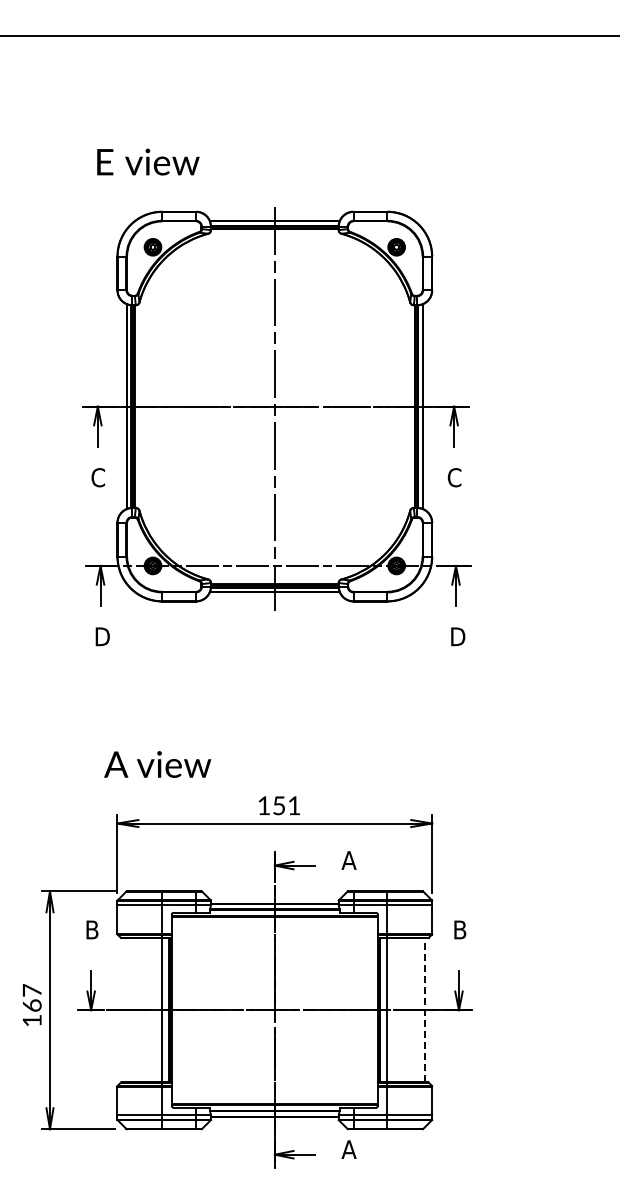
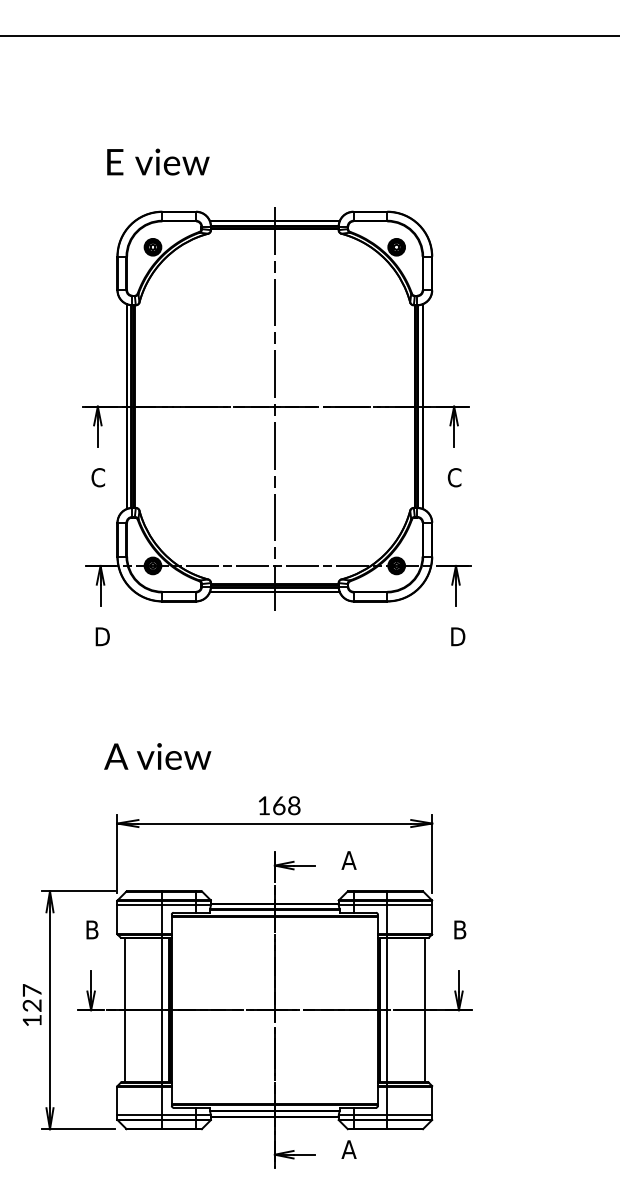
text at (148, 161) position: (148, 161) -> (158, 161)
text at (157, 764) position: (157, 764) -> (157, 756)
text at (286, 805): 151 -> 168
text at (31, 1005): 167 -> 127
line at (424, 1009): dashed -> solid
line at (124, 1010): none -> present
